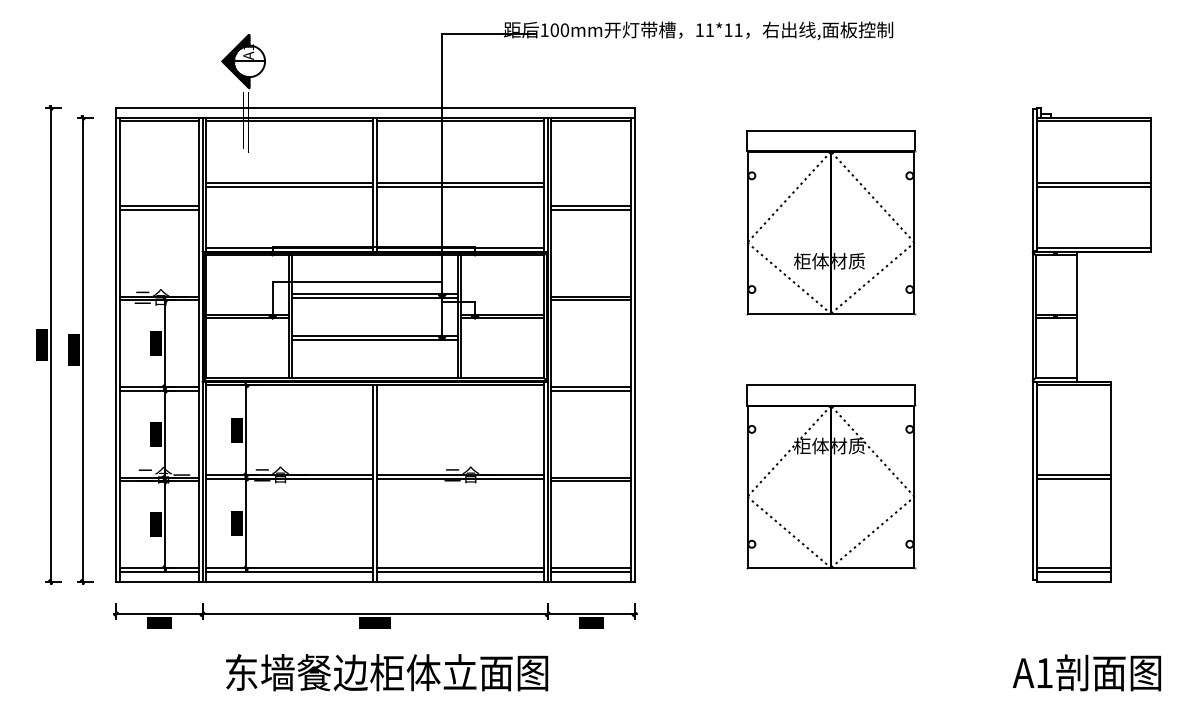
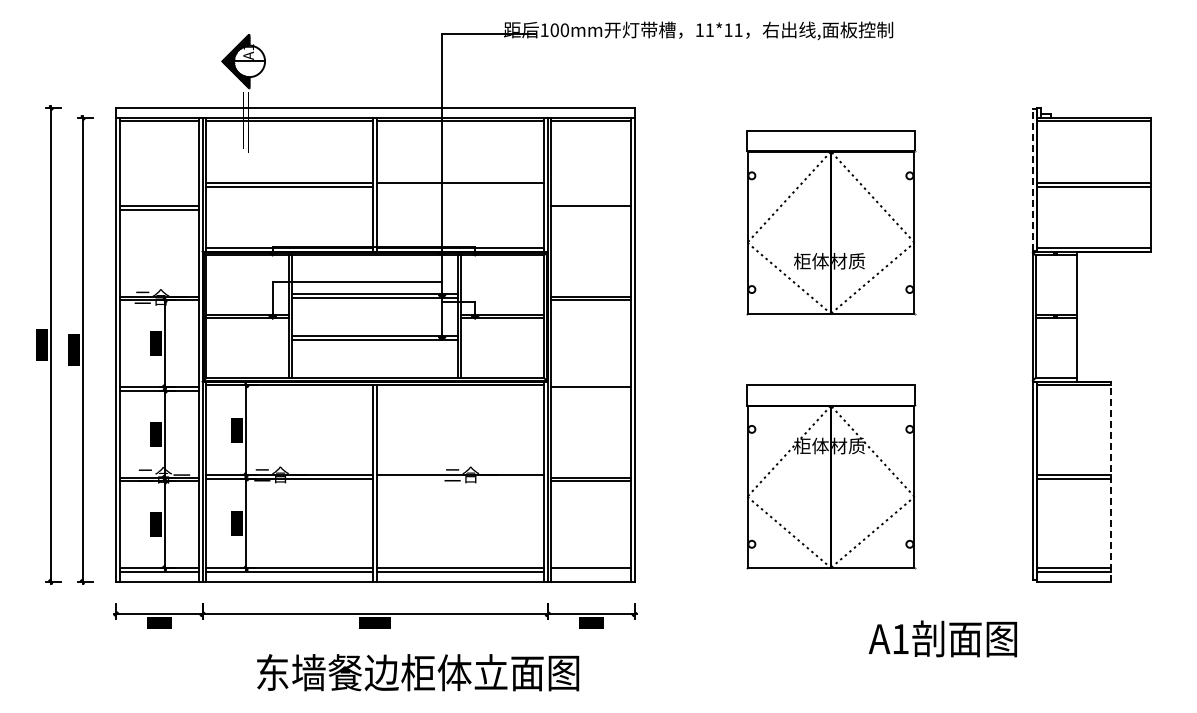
line at (1032, 179): solid -> dashed
line at (460, 186): present -> none
line at (591, 209): present -> none
line at (591, 390): present -> none
line at (460, 478): present -> none
line at (1110, 481): solid -> dashed
line at (591, 571): present -> none
text at (387, 672) position: (387, 672) -> (418, 672)
text at (1086, 672) position: (1086, 672) -> (942, 638)
